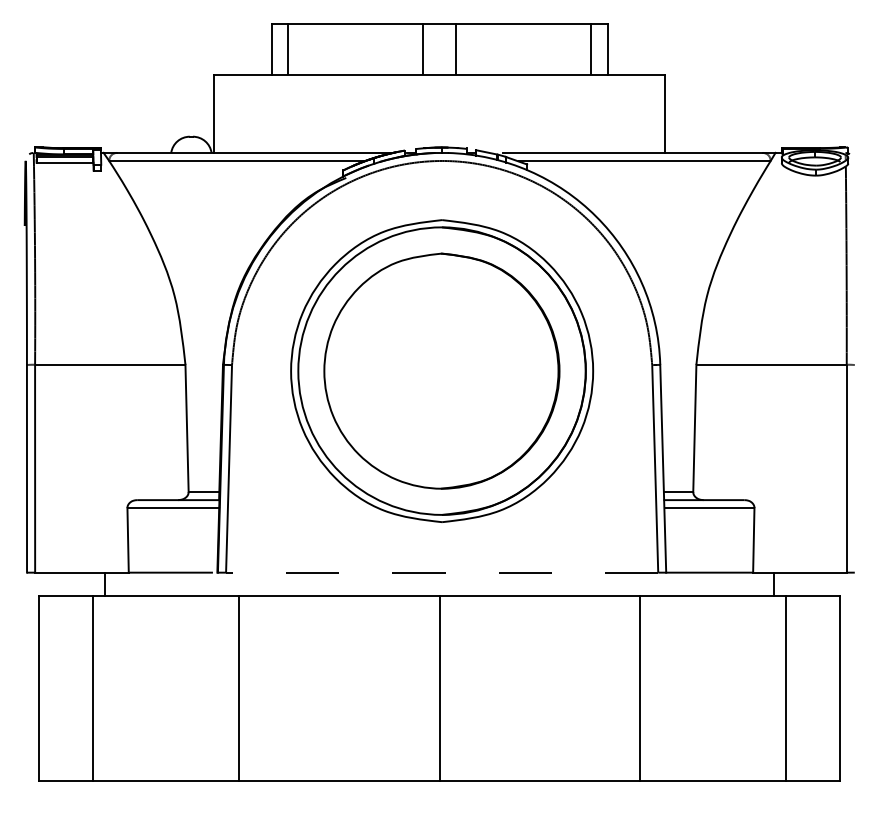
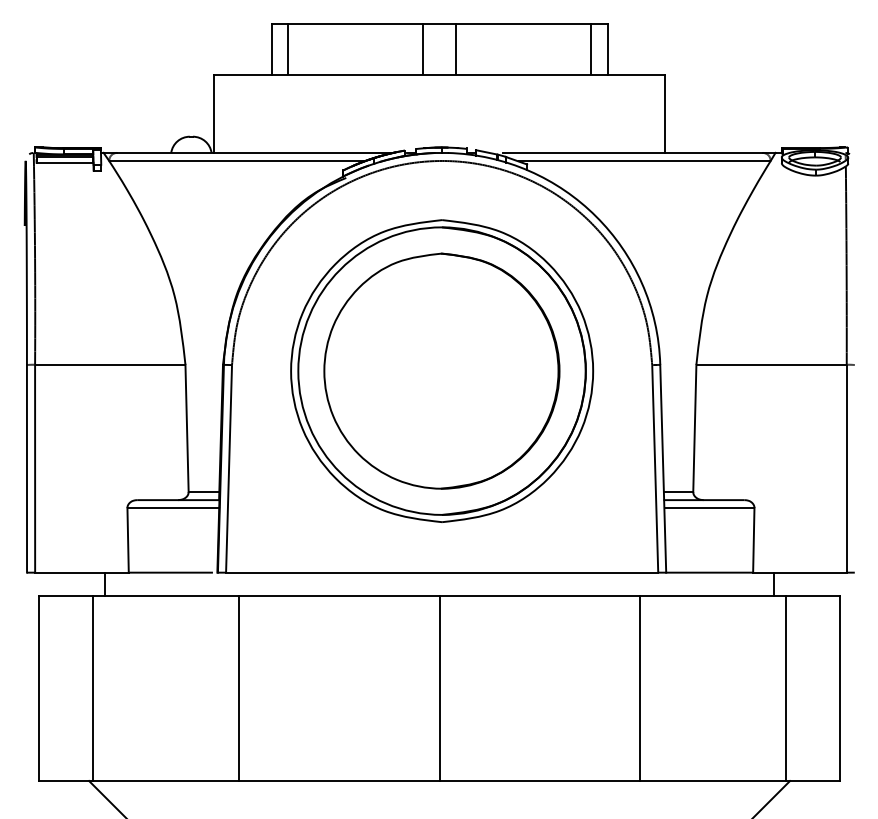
line at (441, 572): dashed -> solid
line at (106, 798): none -> present
line at (772, 798): none -> present
